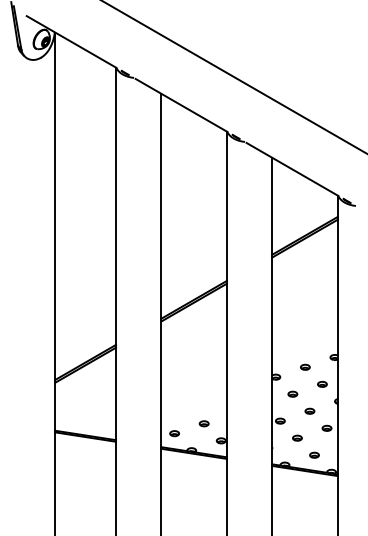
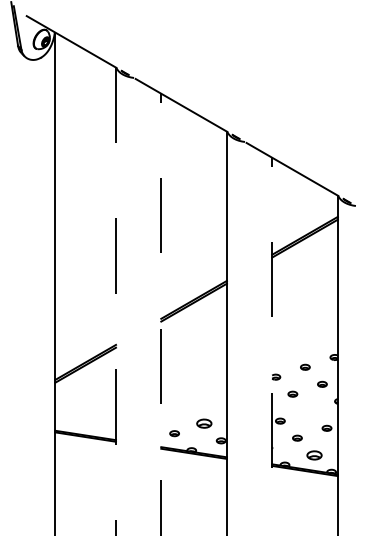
line at (234, 77): present -> none
line at (116, 301): solid -> dashed
line at (161, 314): solid -> dashed
line at (272, 346): solid -> dashed
part at (309, 410): present -> none
part at (203, 423) size: 12x8 px -> 17x11 px
part at (314, 454) size: 11x8 px -> 17x11 px
